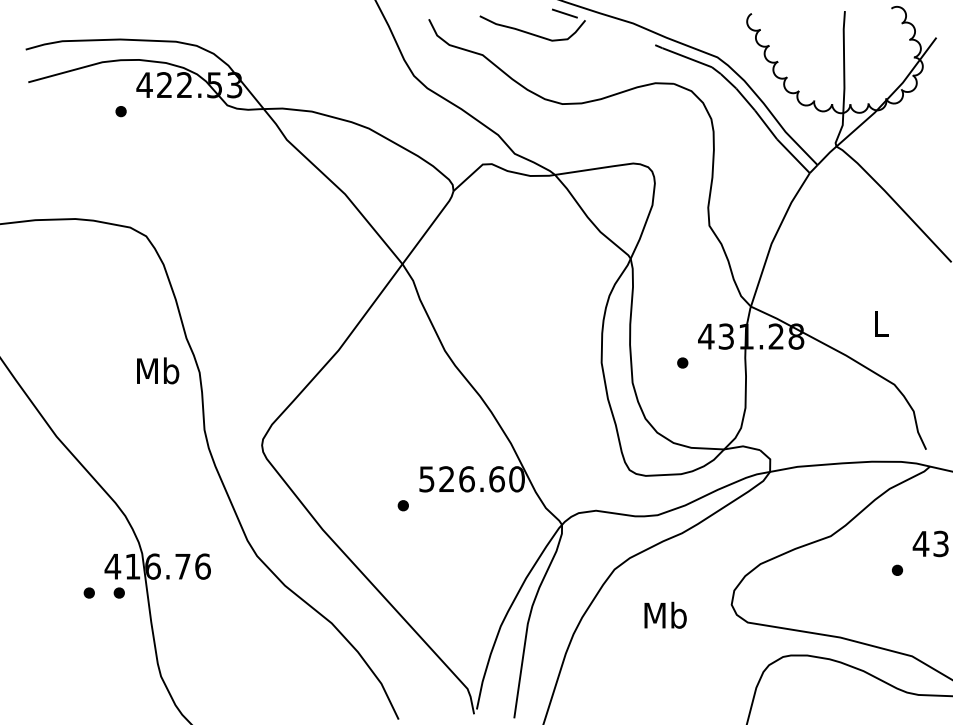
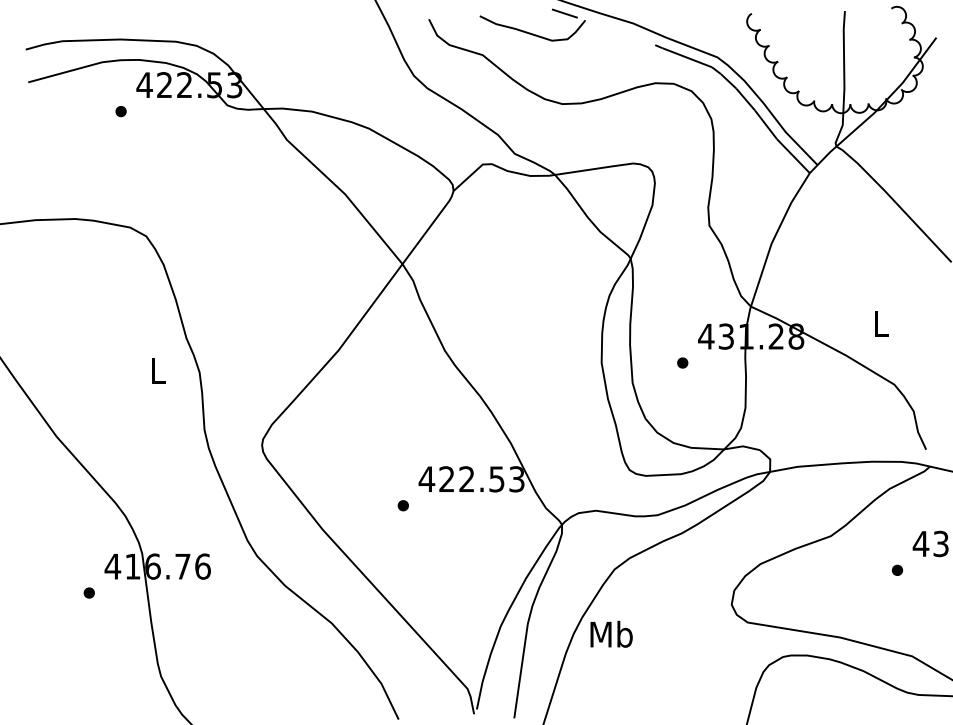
text at (158, 370): Mb -> L
text at (471, 479): 526.60 -> 422.53
part at (118, 592): present -> none
text at (665, 614) position: (665, 614) -> (611, 633)
